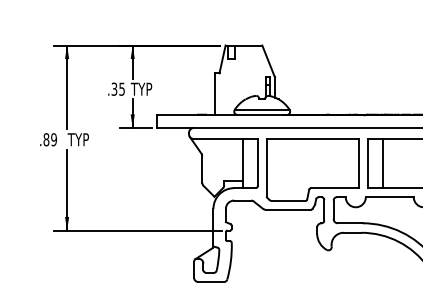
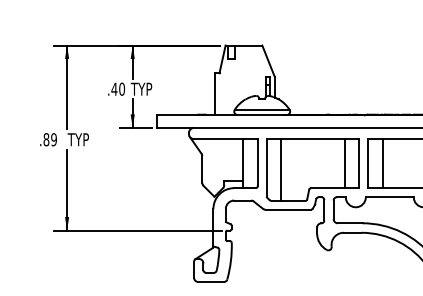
text at (118, 88): .35 -> .40
line at (345, 163): none -> present
line at (280, 170): none -> present
